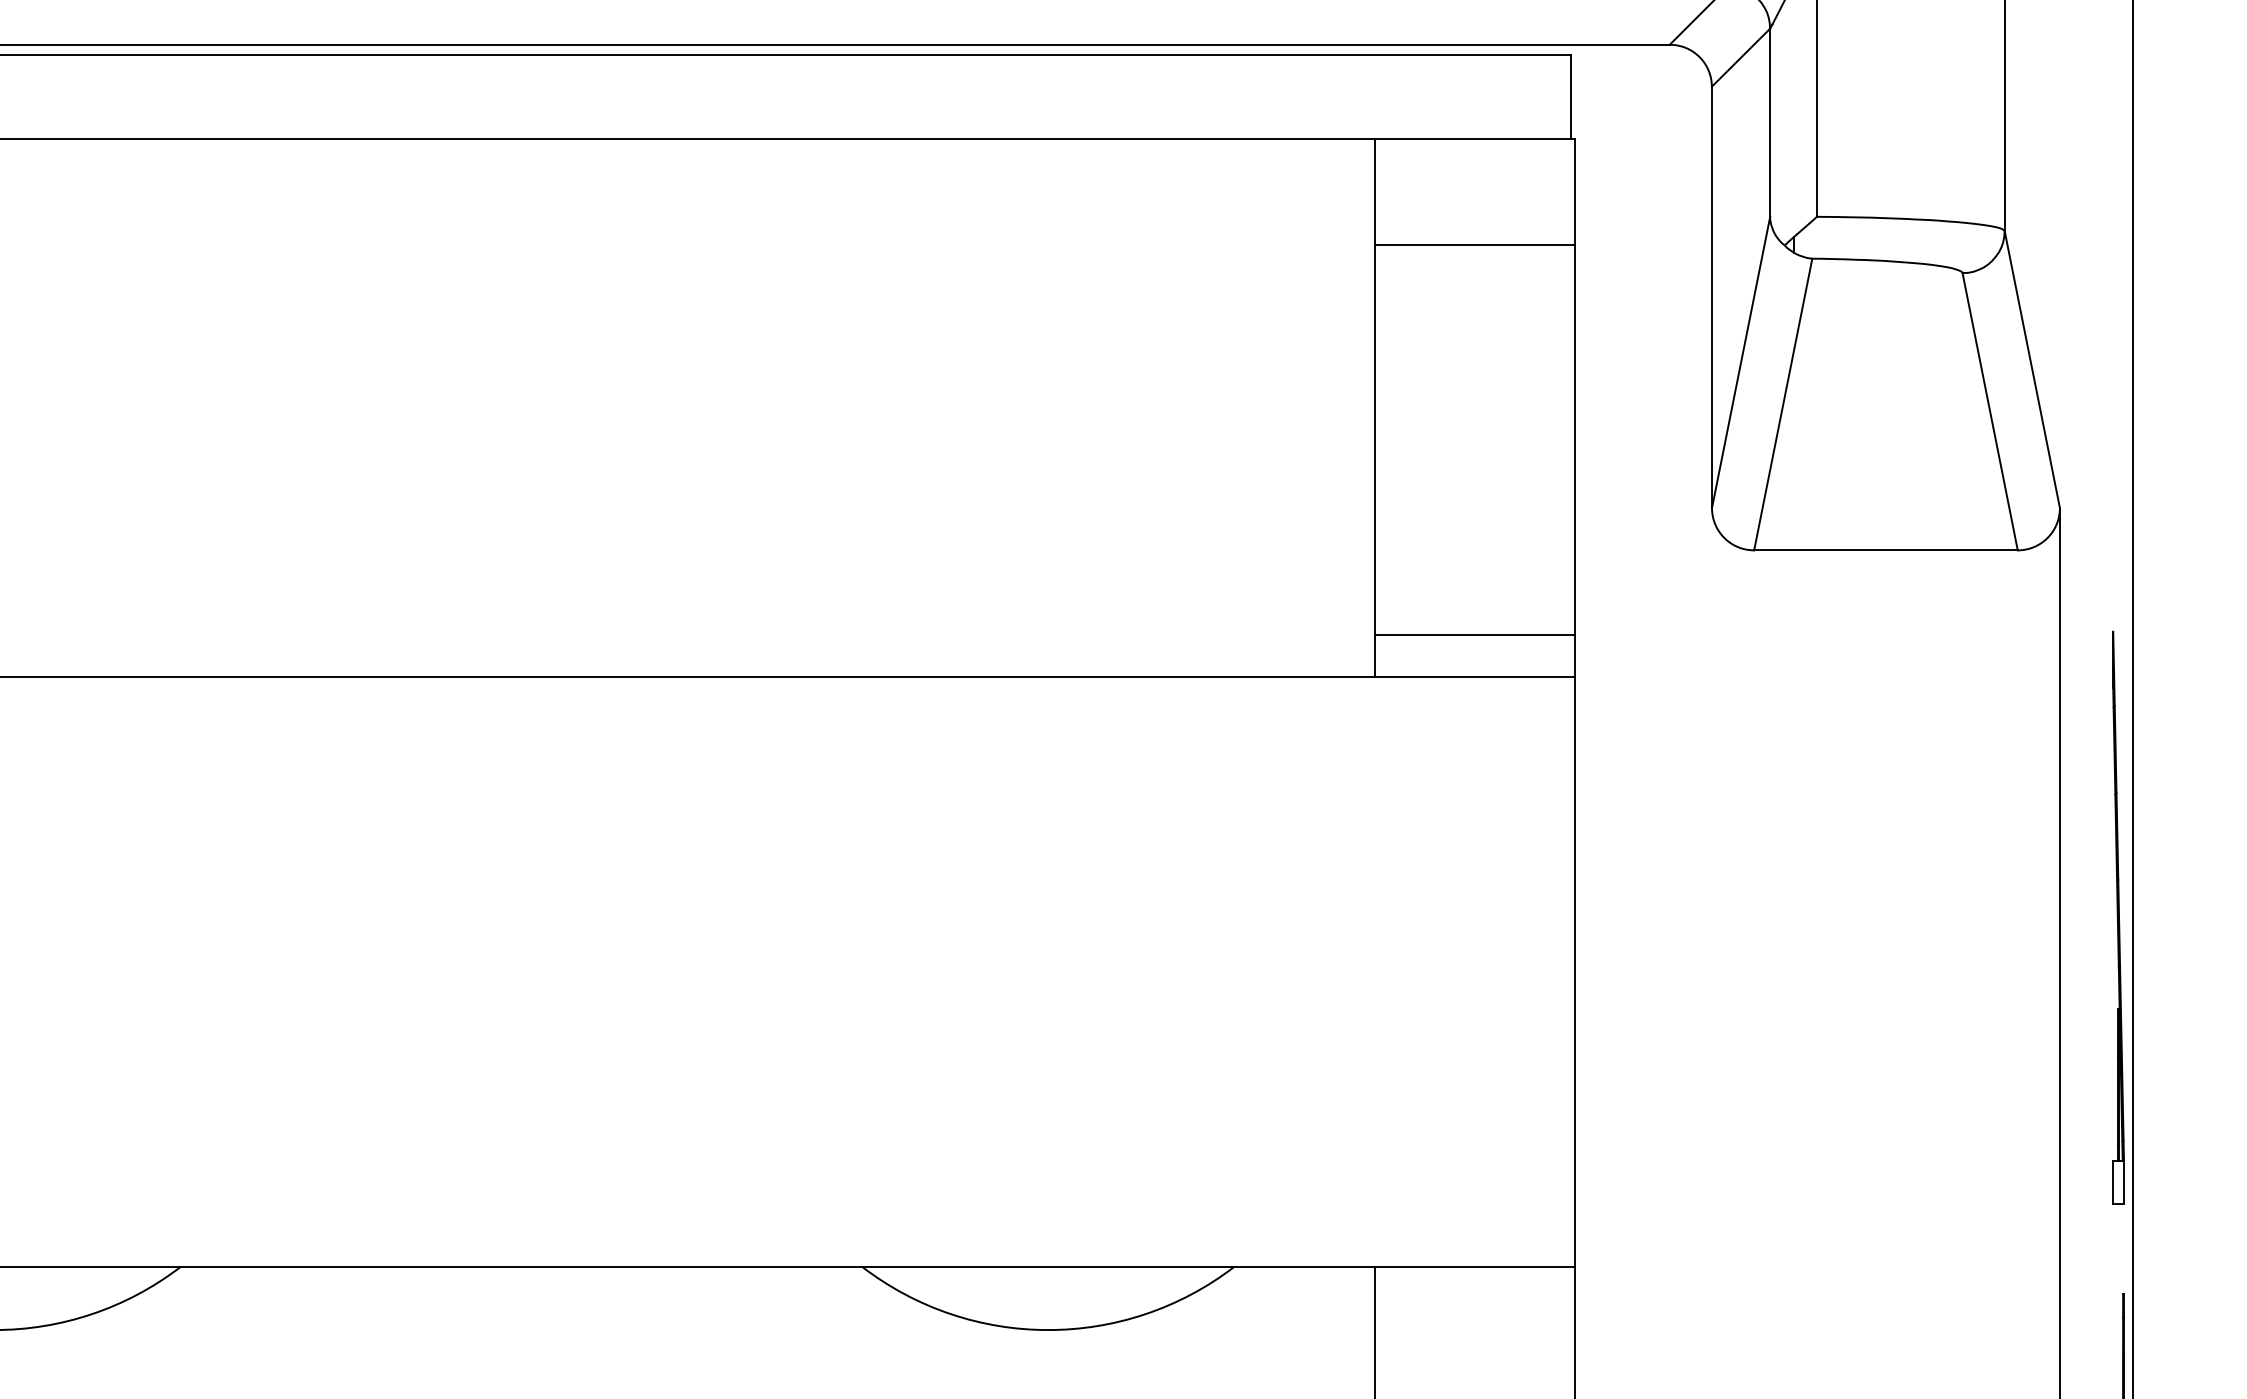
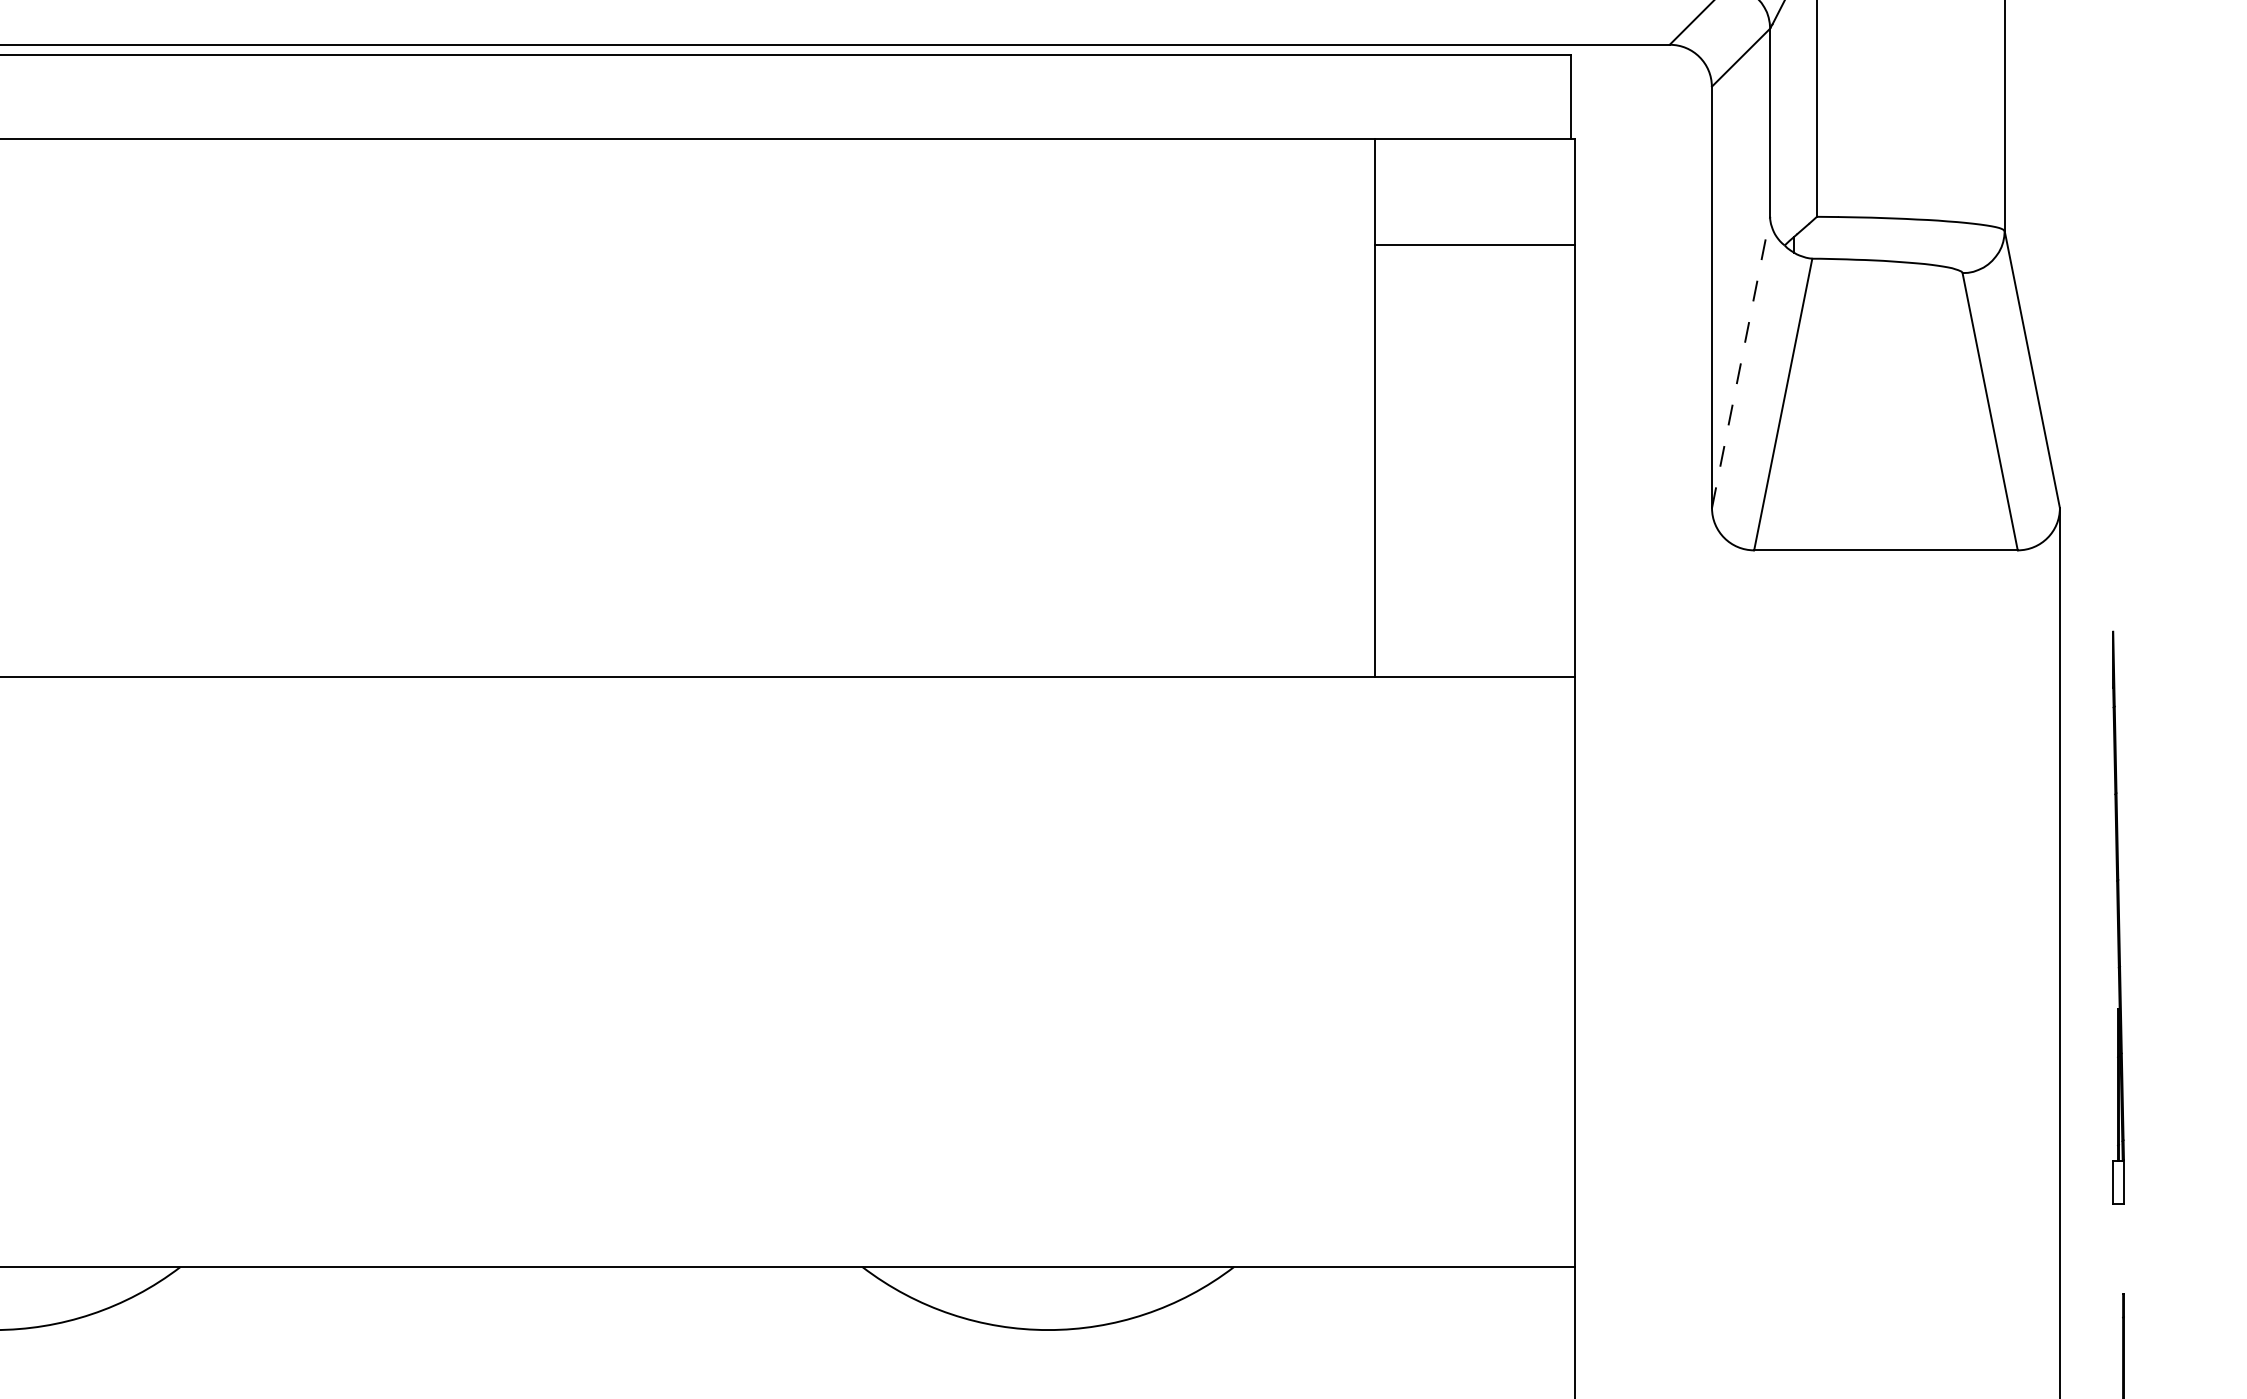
line at (1741, 361): solid -> dashed
line at (1474, 634): present -> none
line at (2133, 698): present -> none
line at (1374, 1330): present -> none
